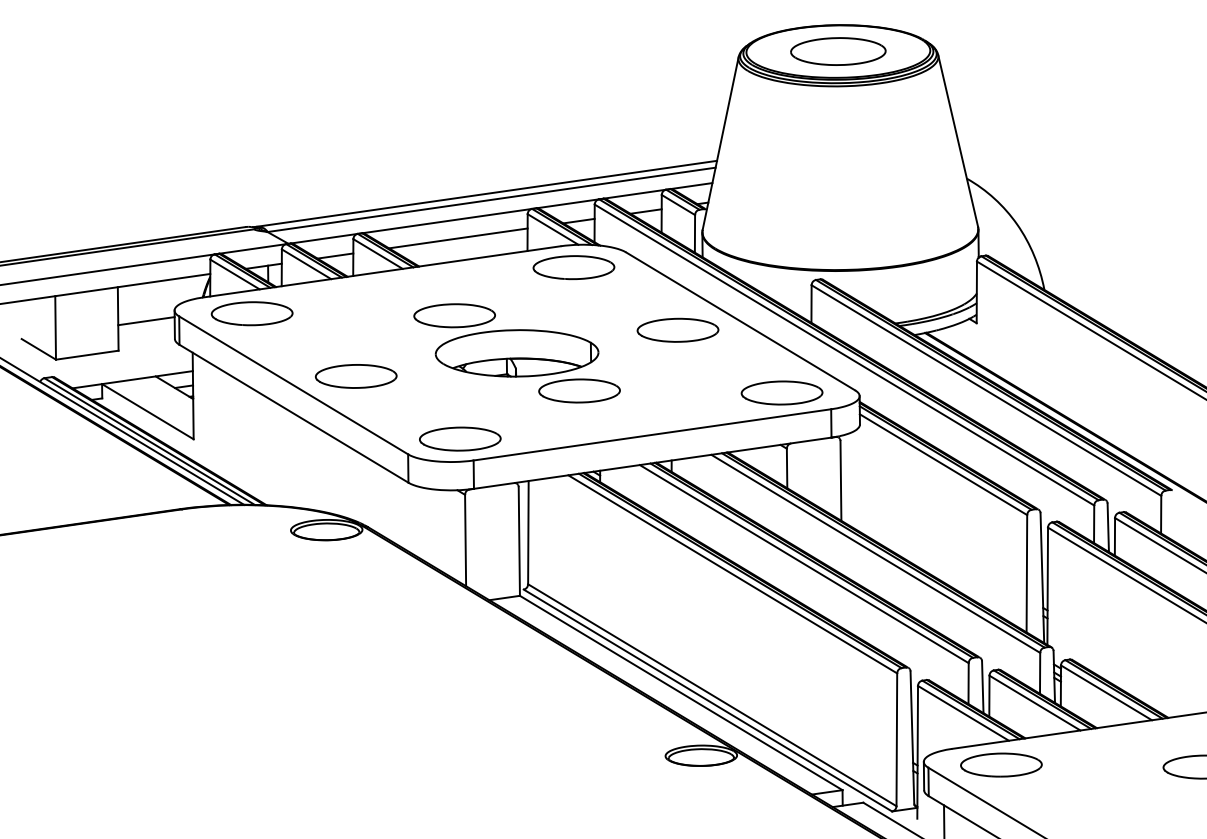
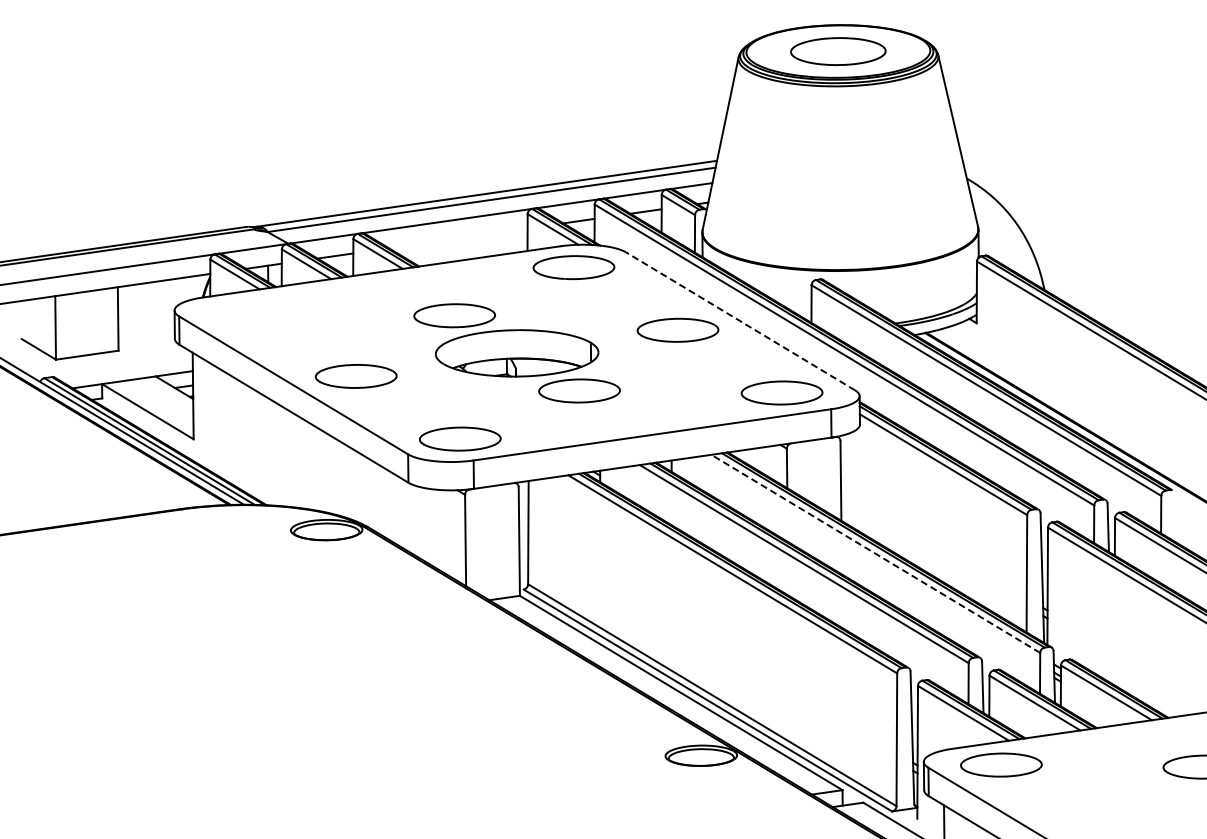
line at (458, 238): present -> none
part at (251, 313): present -> none
line at (146, 321): present -> none
line at (740, 321): solid -> dashed
line at (875, 553): solid -> dashed
